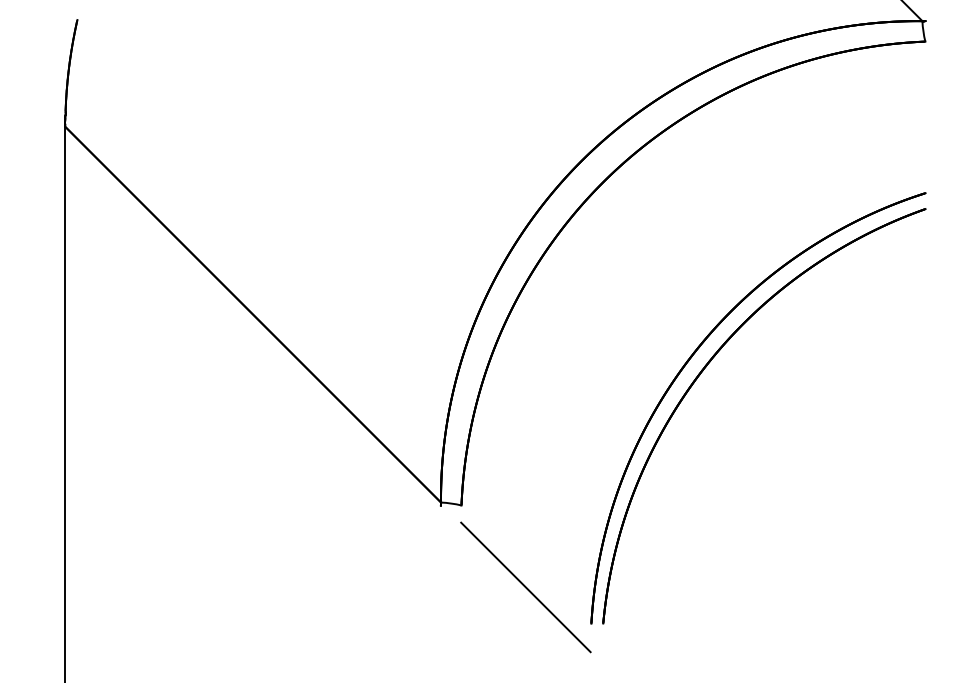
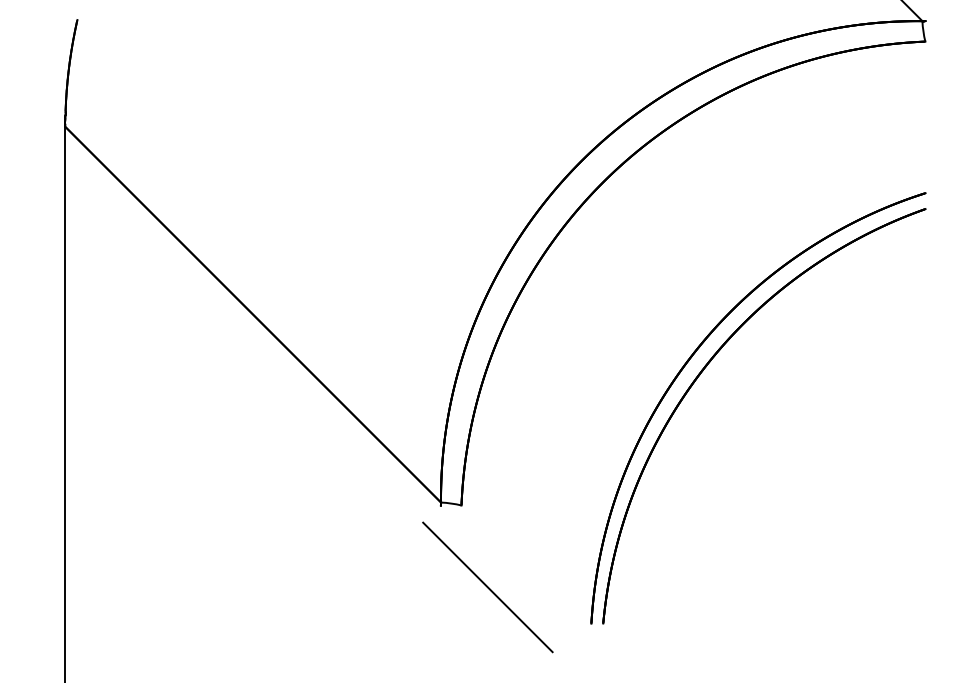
line at (525, 587) position: (525, 587) -> (487, 587)
